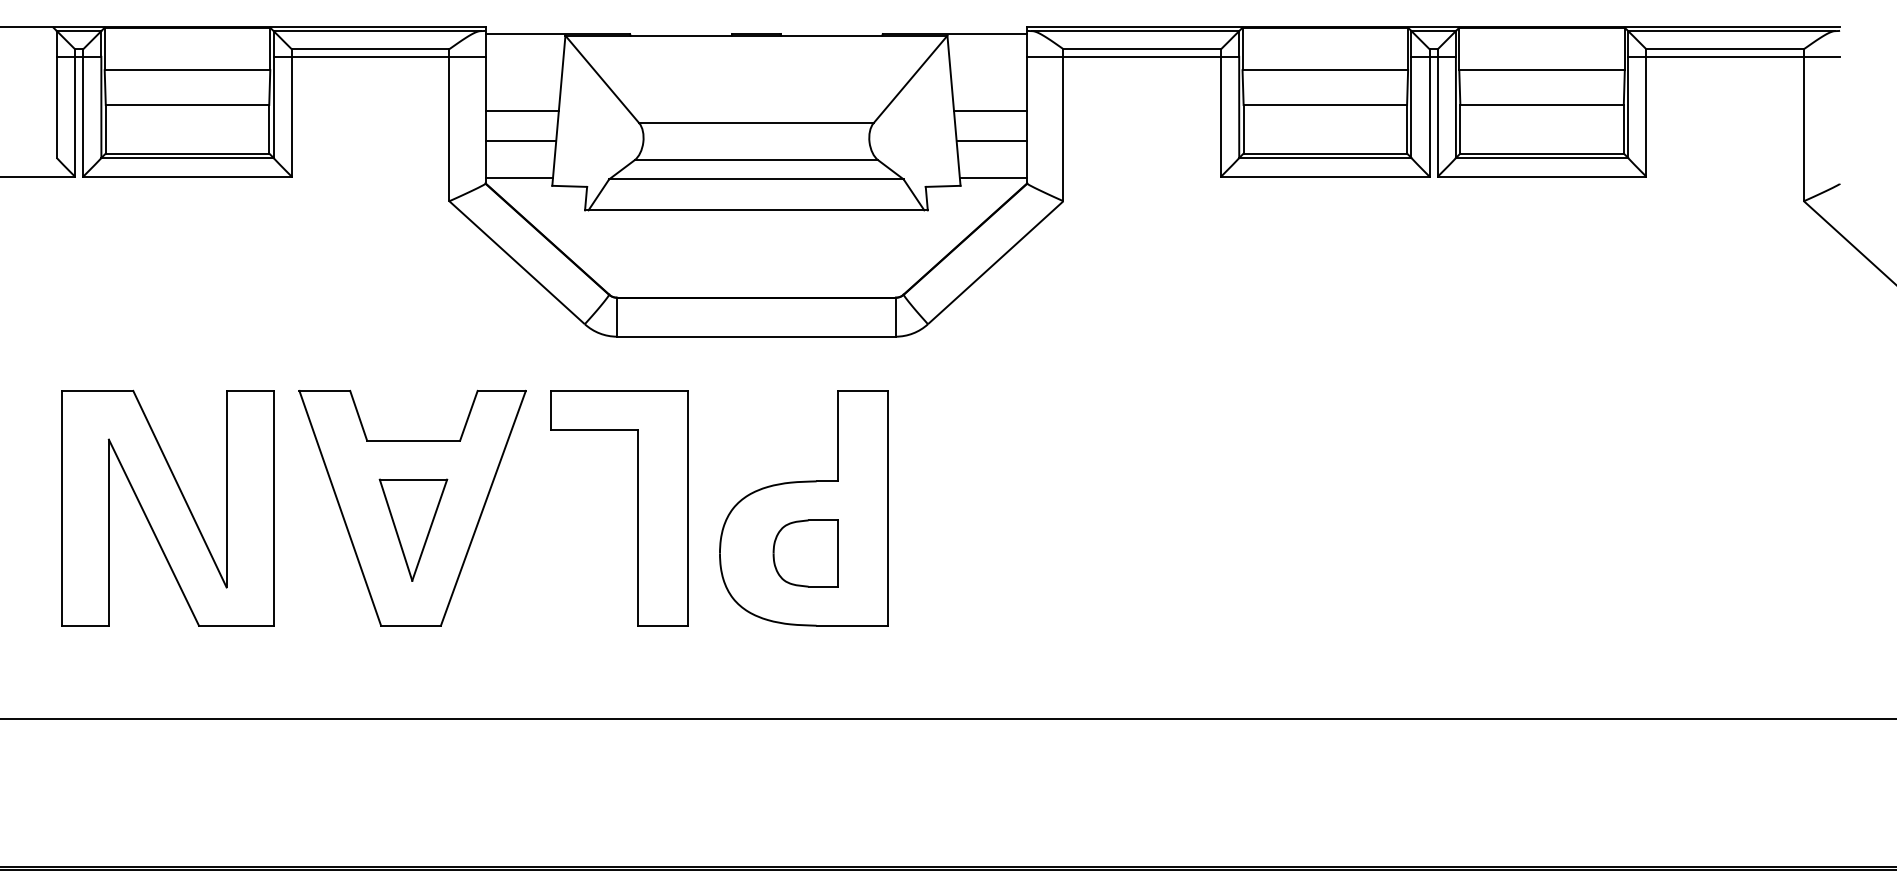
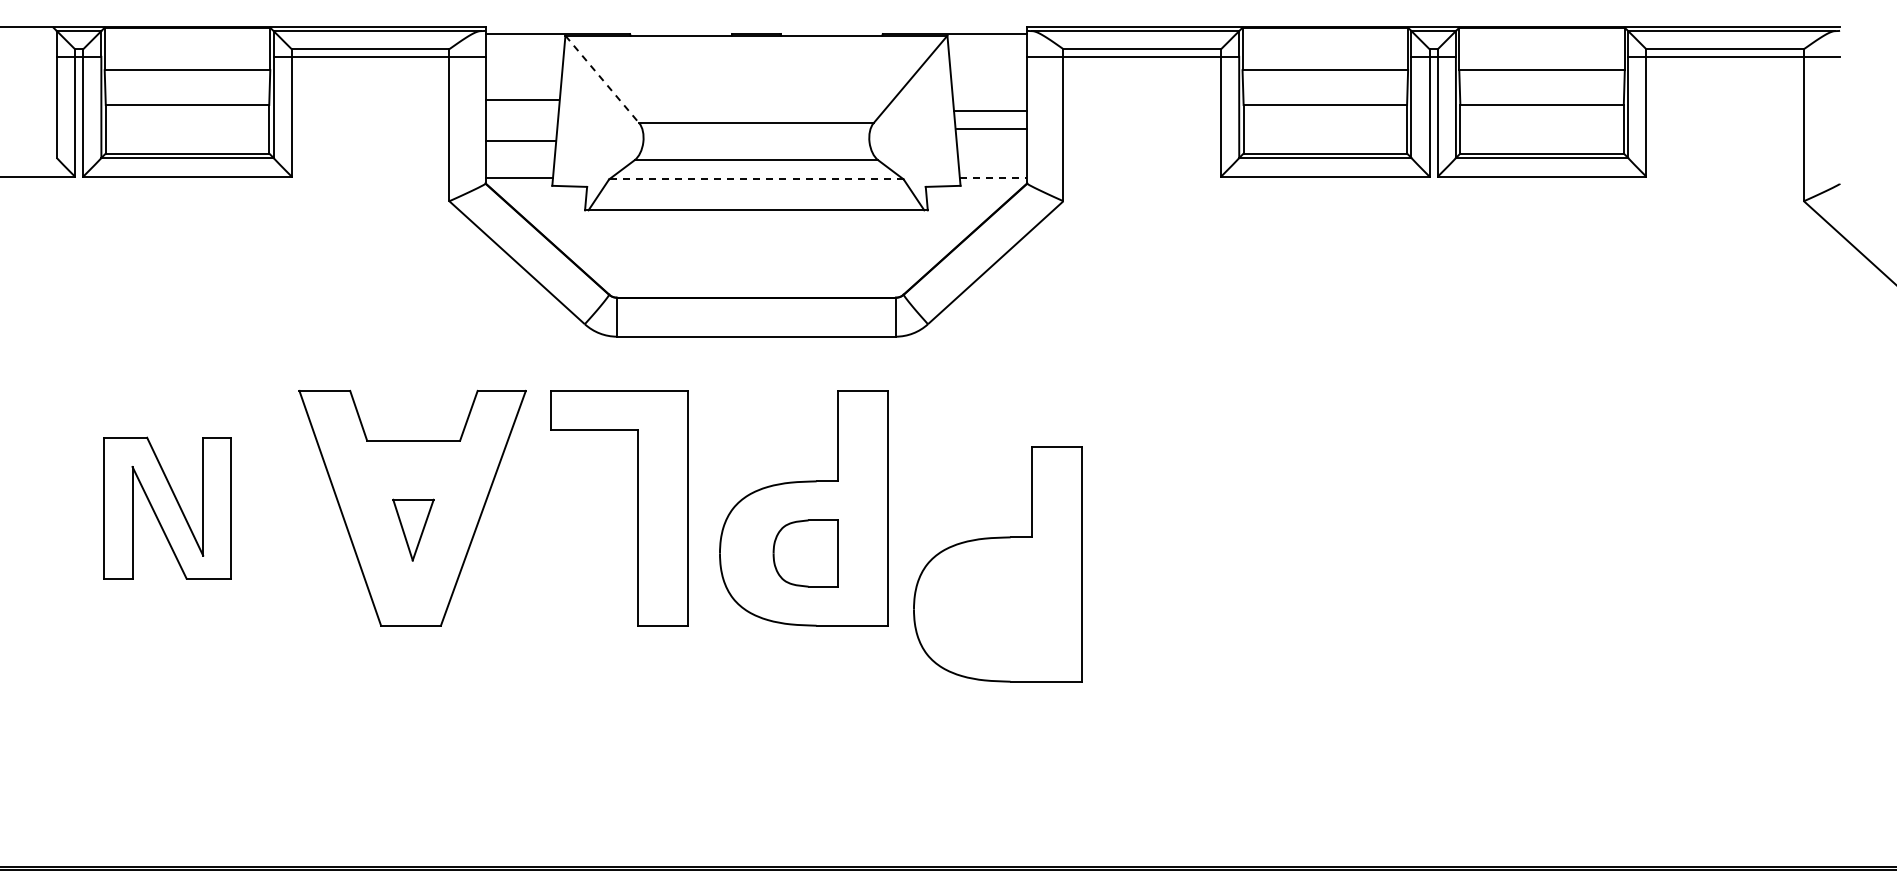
line at (602, 79): solid -> dashed
line at (521, 111) position: (521, 111) -> (521, 100)
line at (991, 141) position: (991, 141) -> (991, 129)
line at (993, 178): solid -> dashed
line at (755, 179): solid -> dashed
part at (167, 507) size: 214x238 px -> 129x144 px
part at (413, 529) size: 71x104 px -> 43x64 px
part at (997, 564): none -> present
line at (947, 719): present -> none
